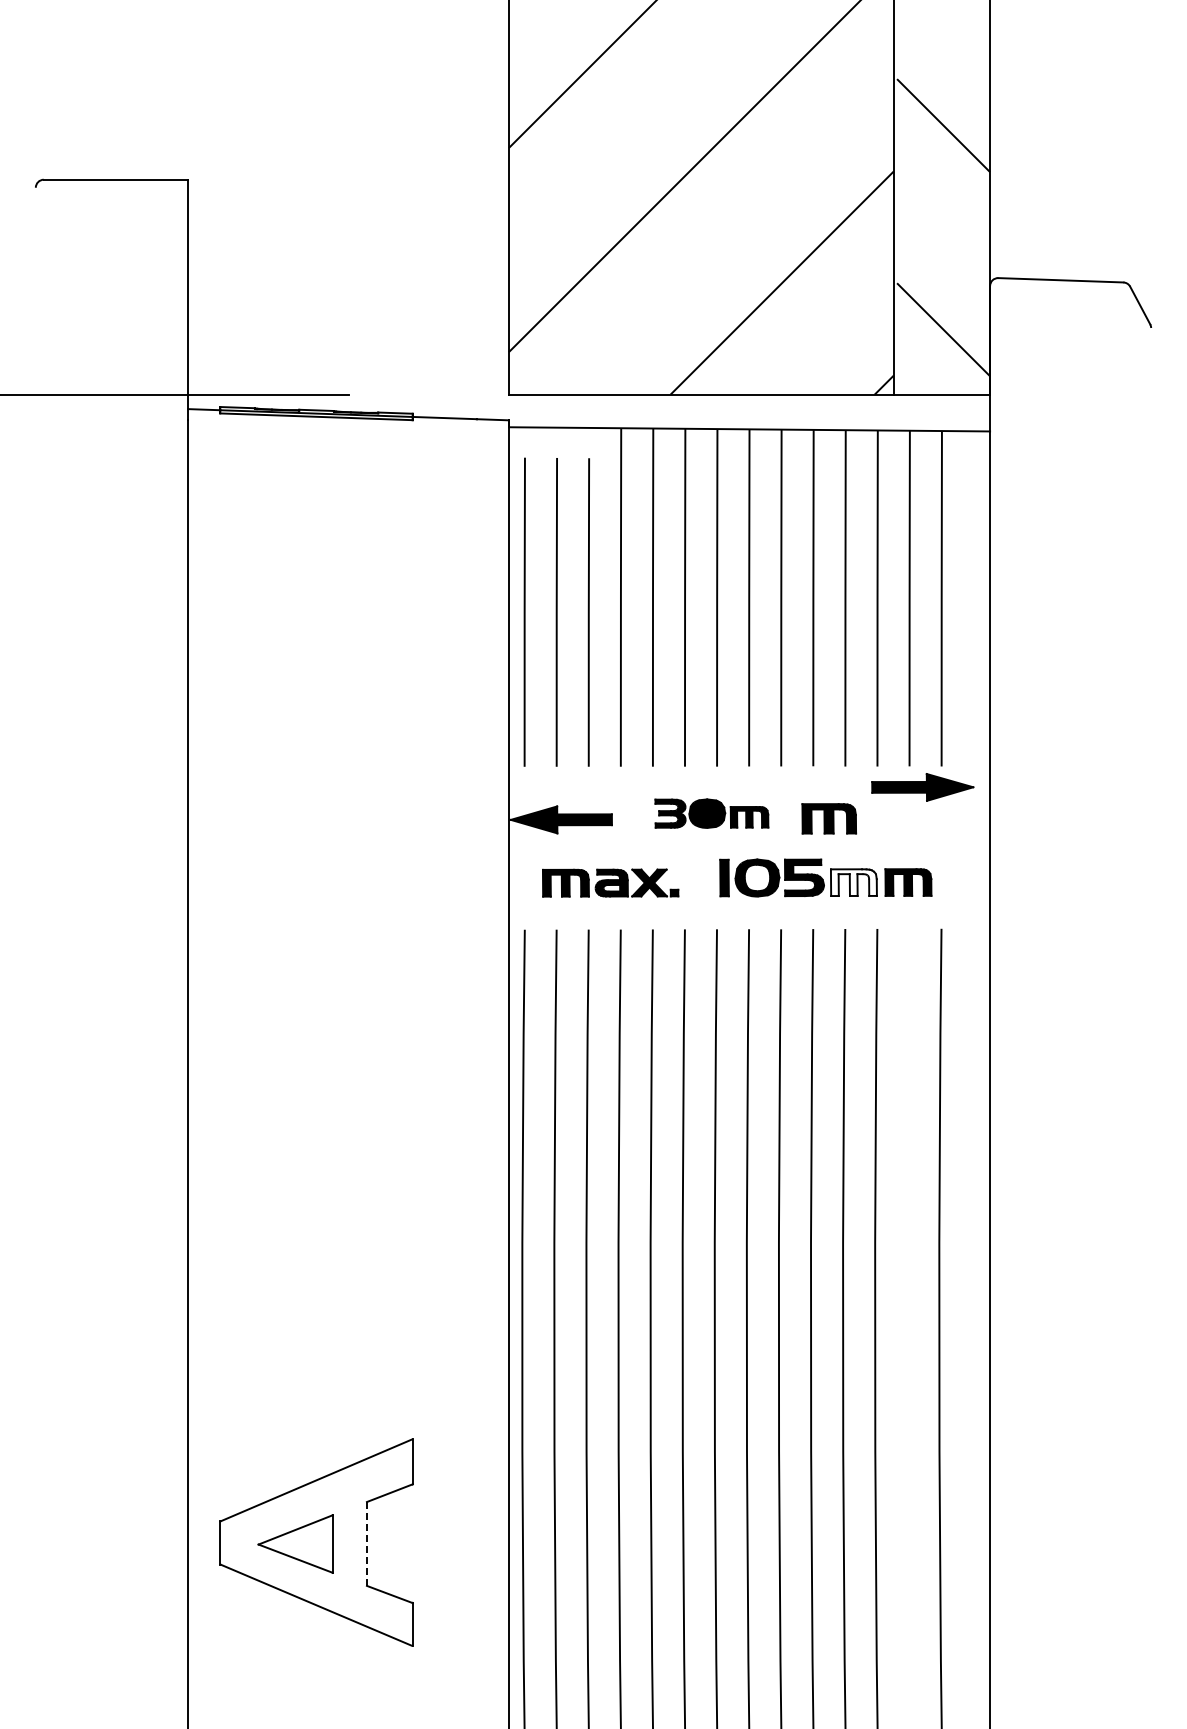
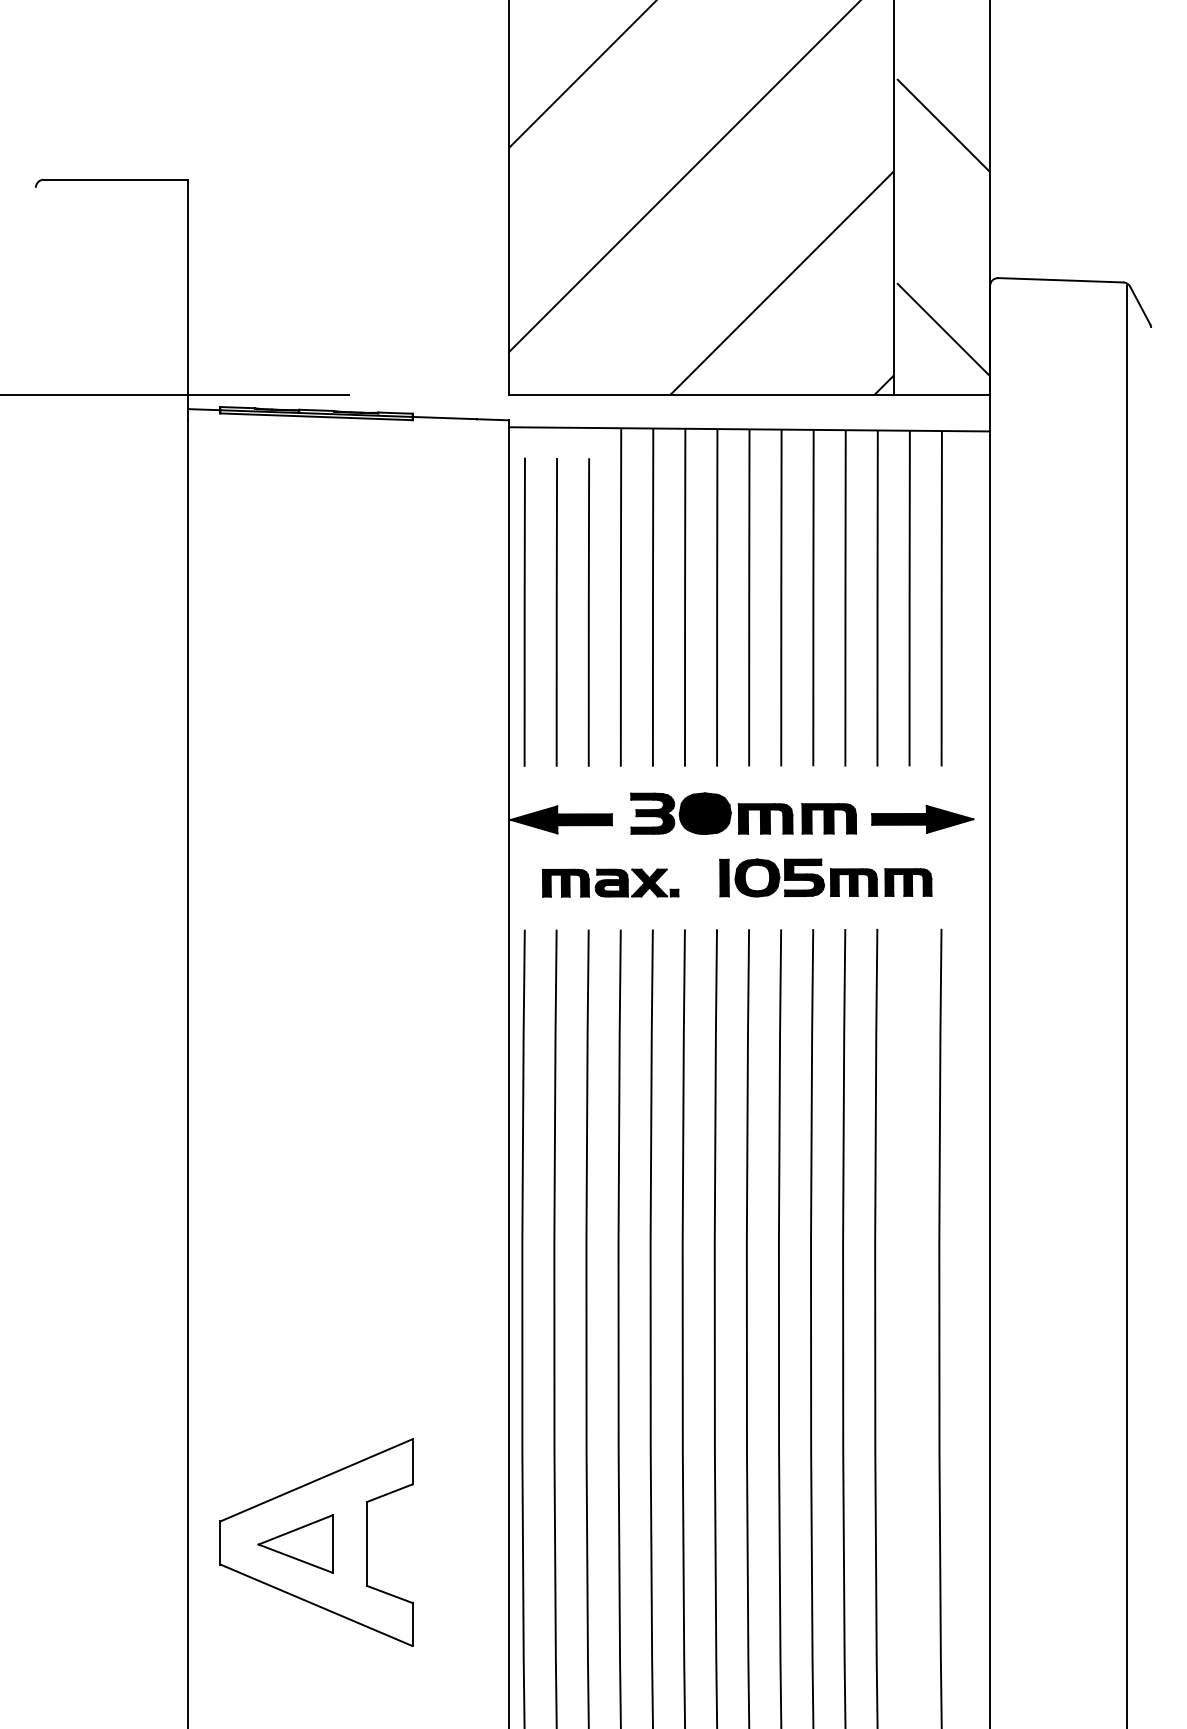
part at (922, 787) position: (922, 787) -> (922, 819)
part at (711, 813) size: 116x31 px -> 164x43 px
fill at (853, 882): none -> present
line at (1126, 1004): none -> present
line at (366, 1543): dashed -> solid
